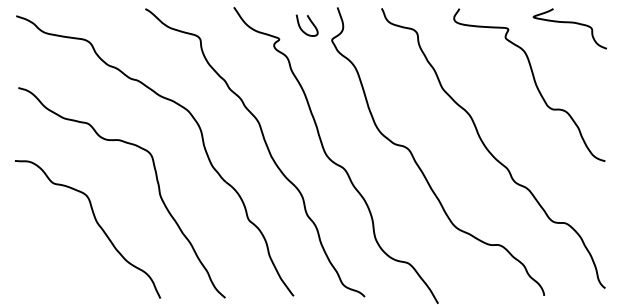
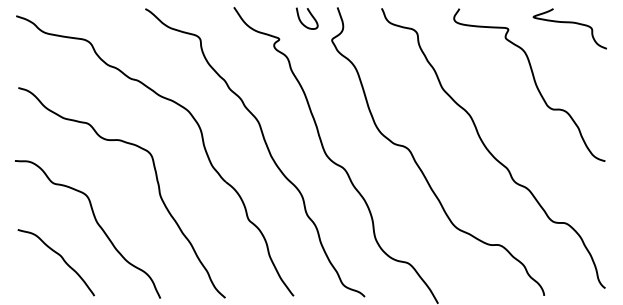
curve at (310, 22) position: (310, 22) -> (310, 15)
curve at (60, 257): none -> present
